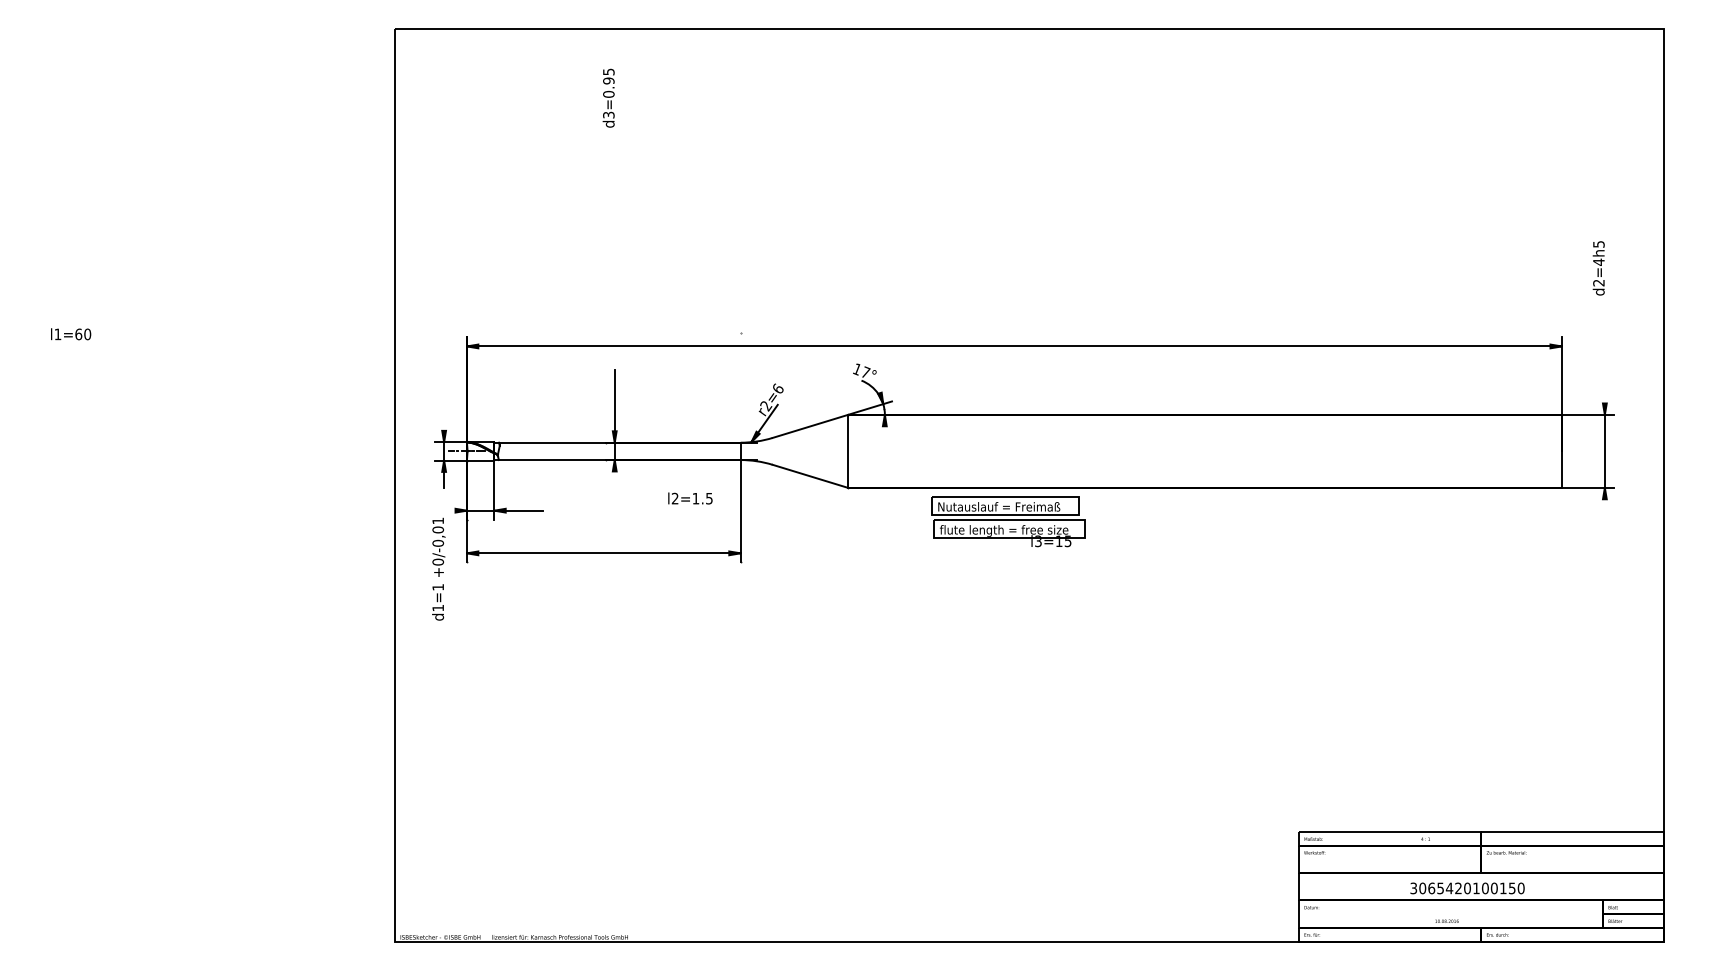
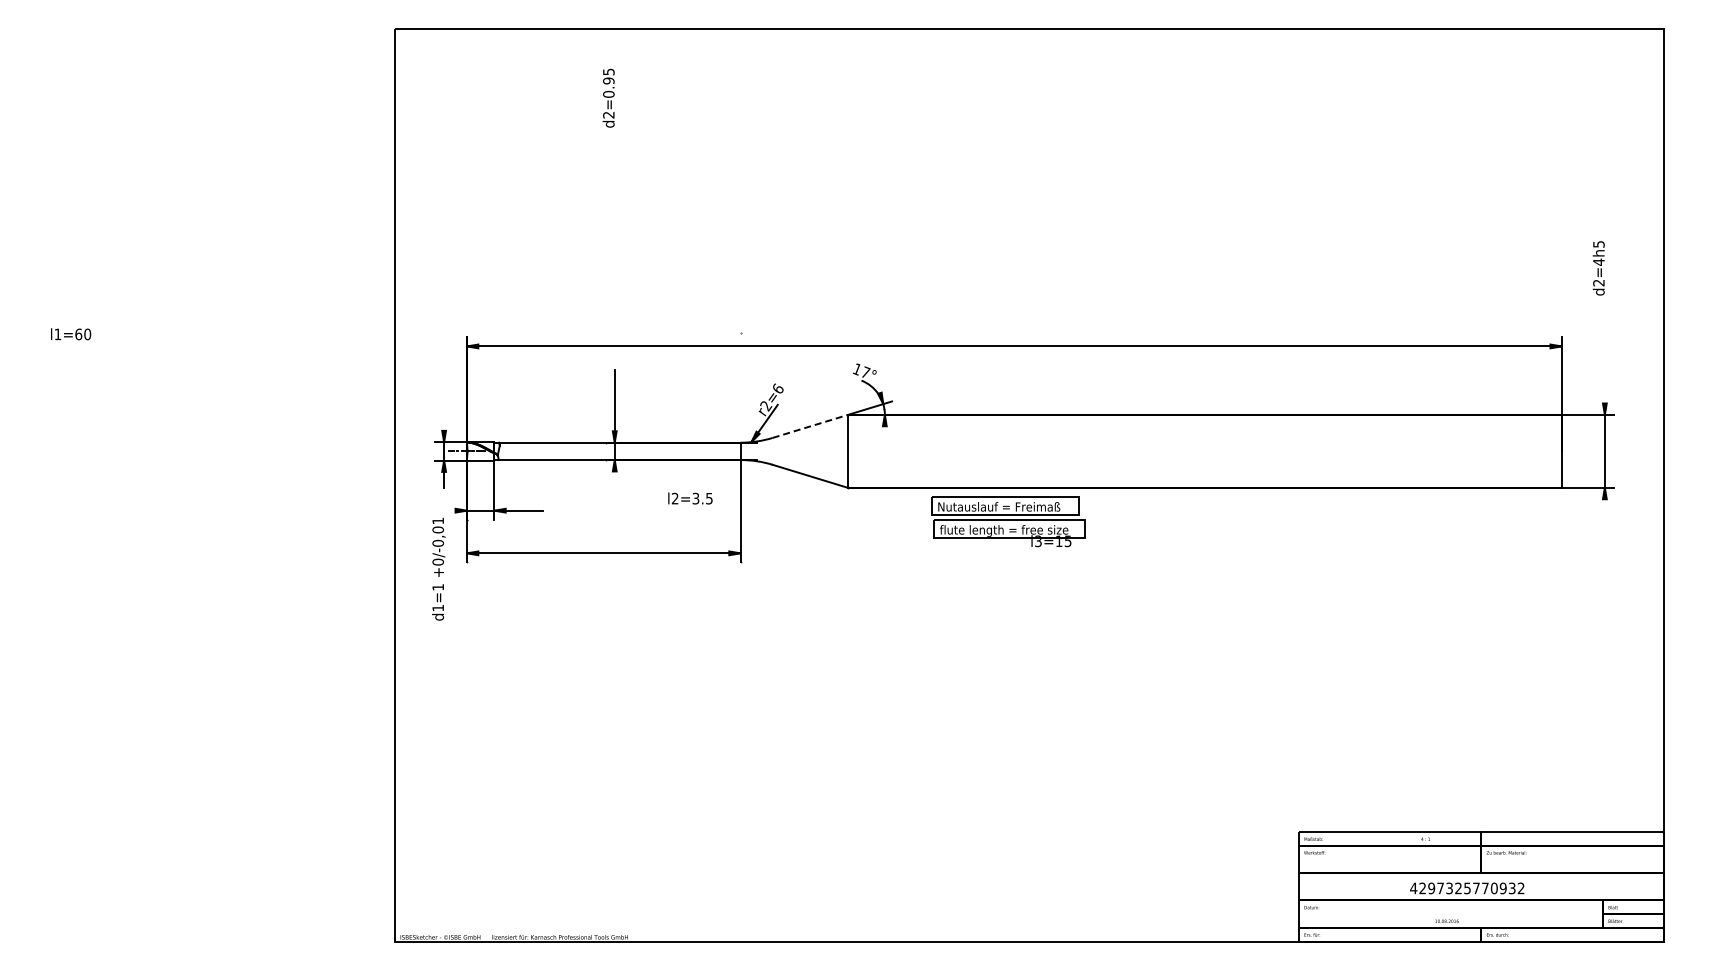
text at (608, 114): d3=0.95 -> d2=0.95
line at (810, 426): solid -> dashed
text at (695, 498): l2=1.5 -> l2=3.5
text at (1467, 888): 3065420100150 -> 4297325770932
